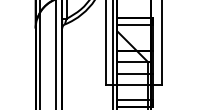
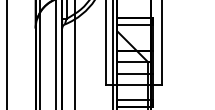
line at (6, 54): none -> present
line at (75, 54): none -> present
